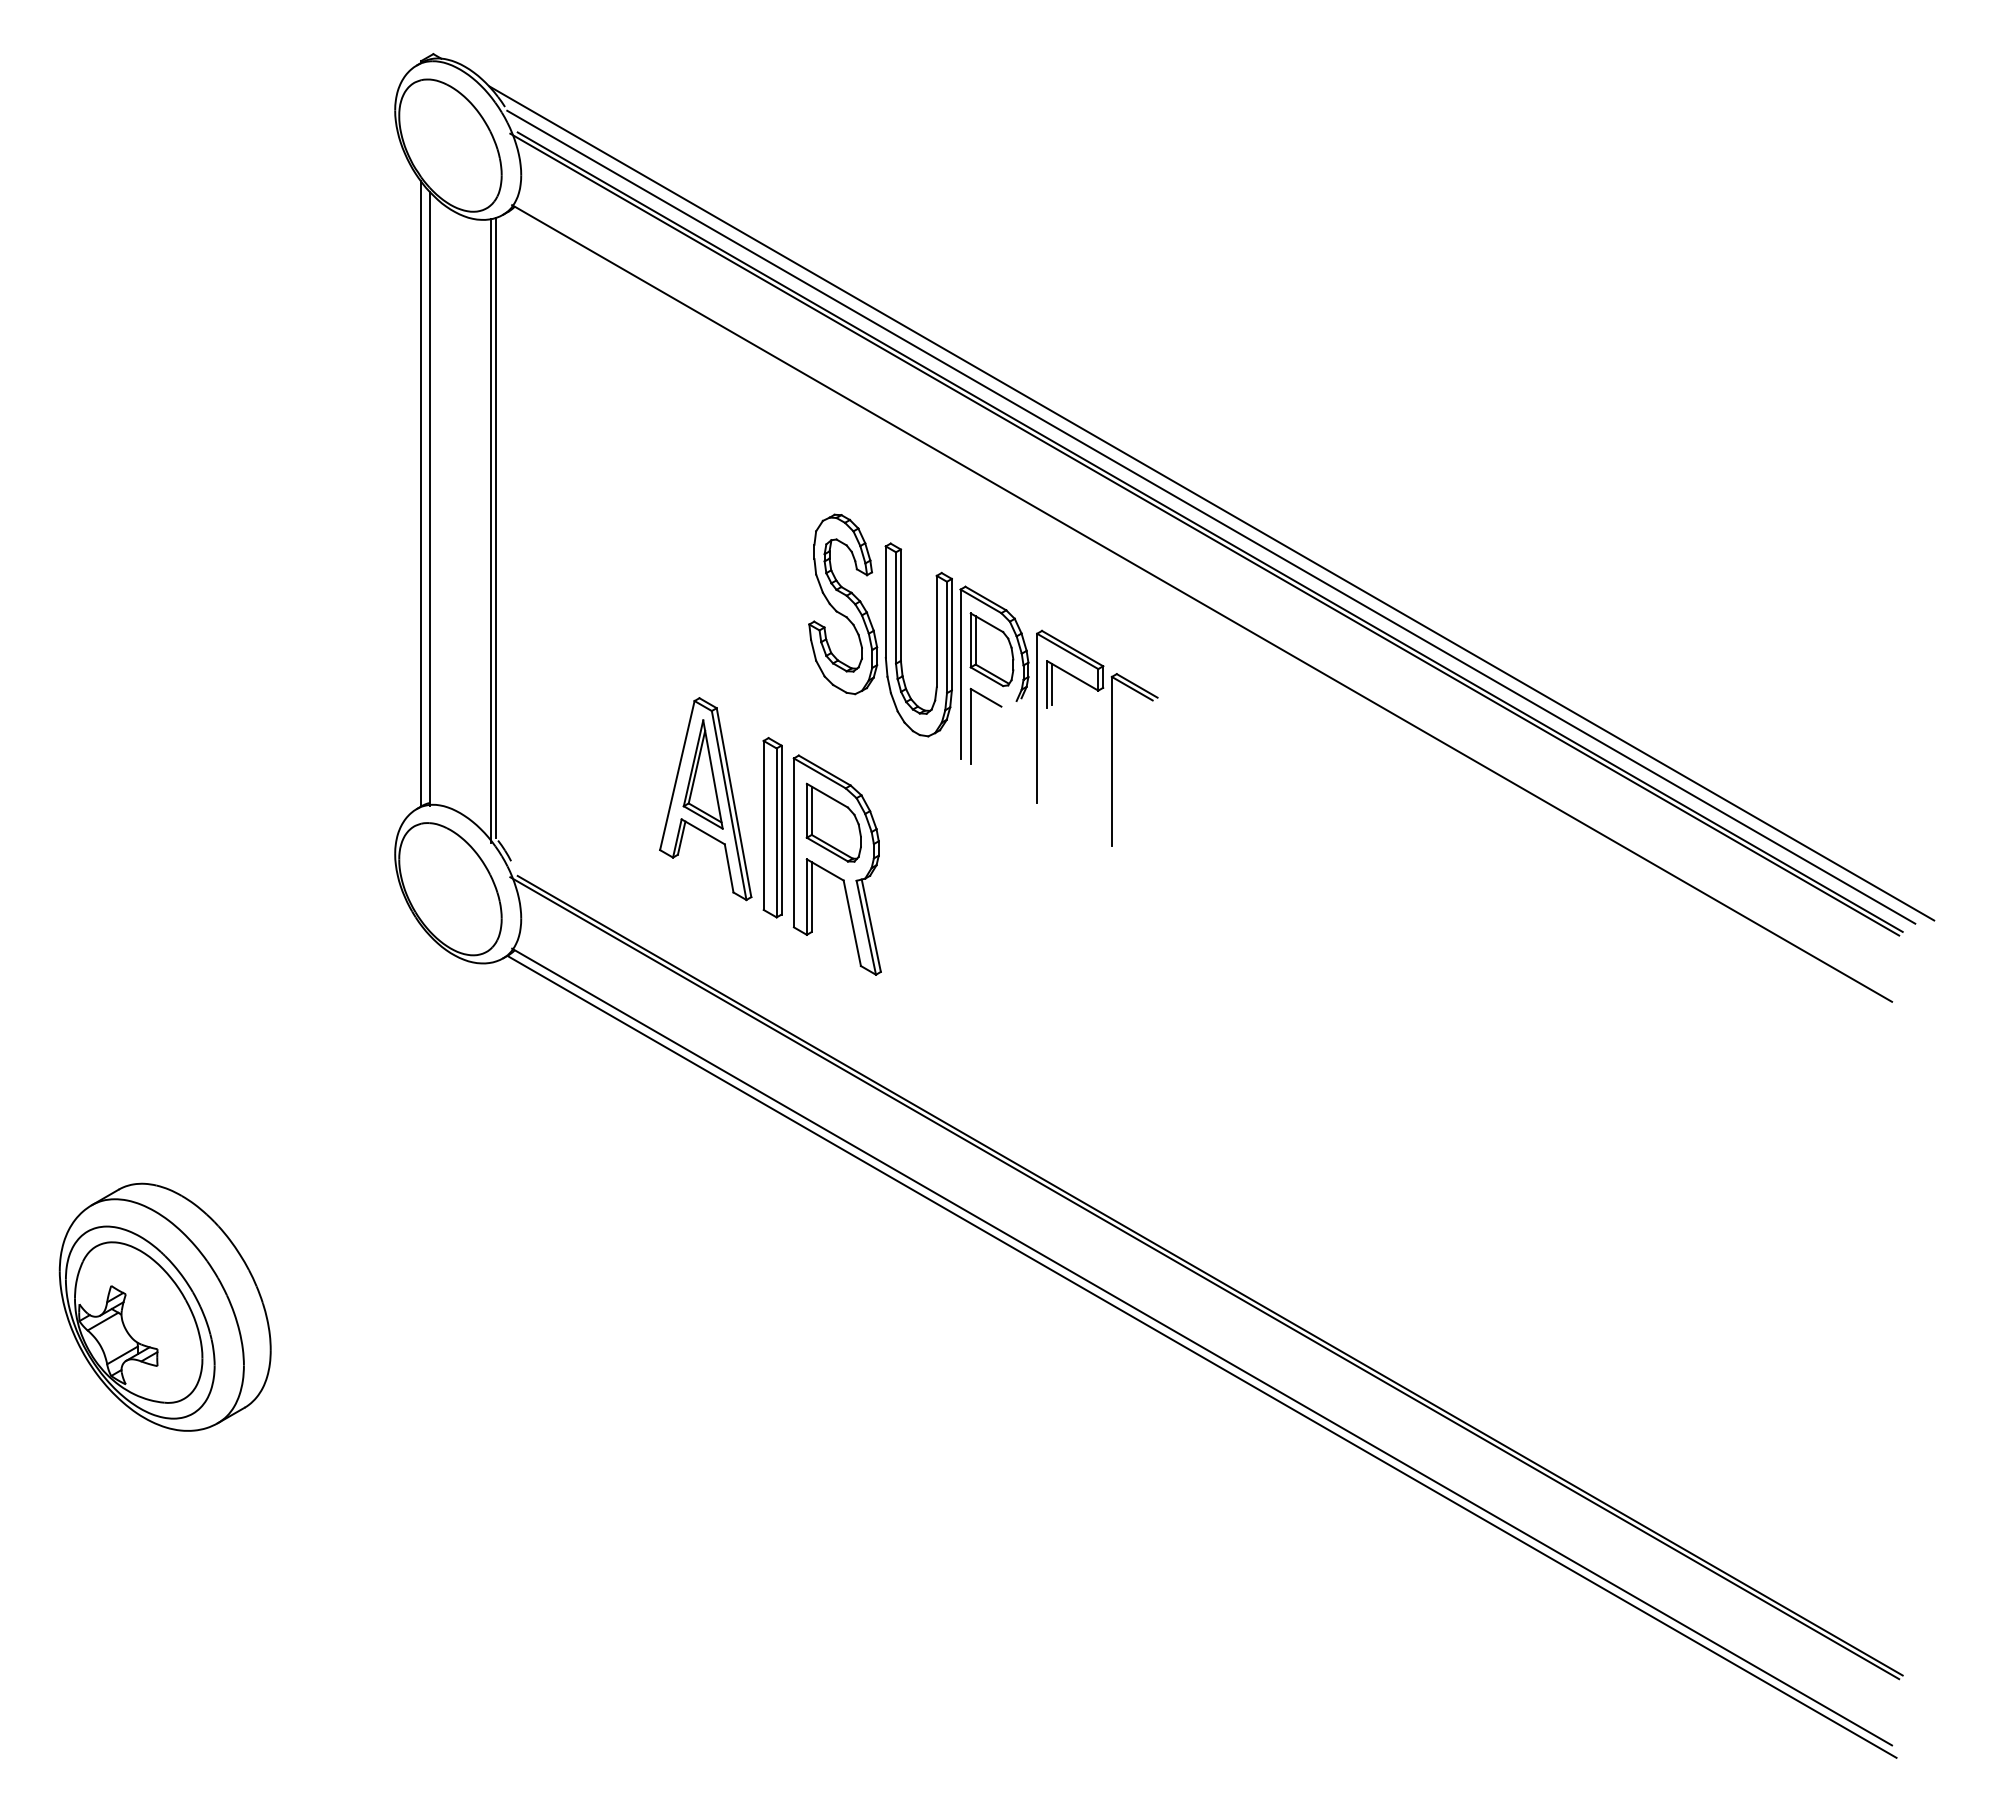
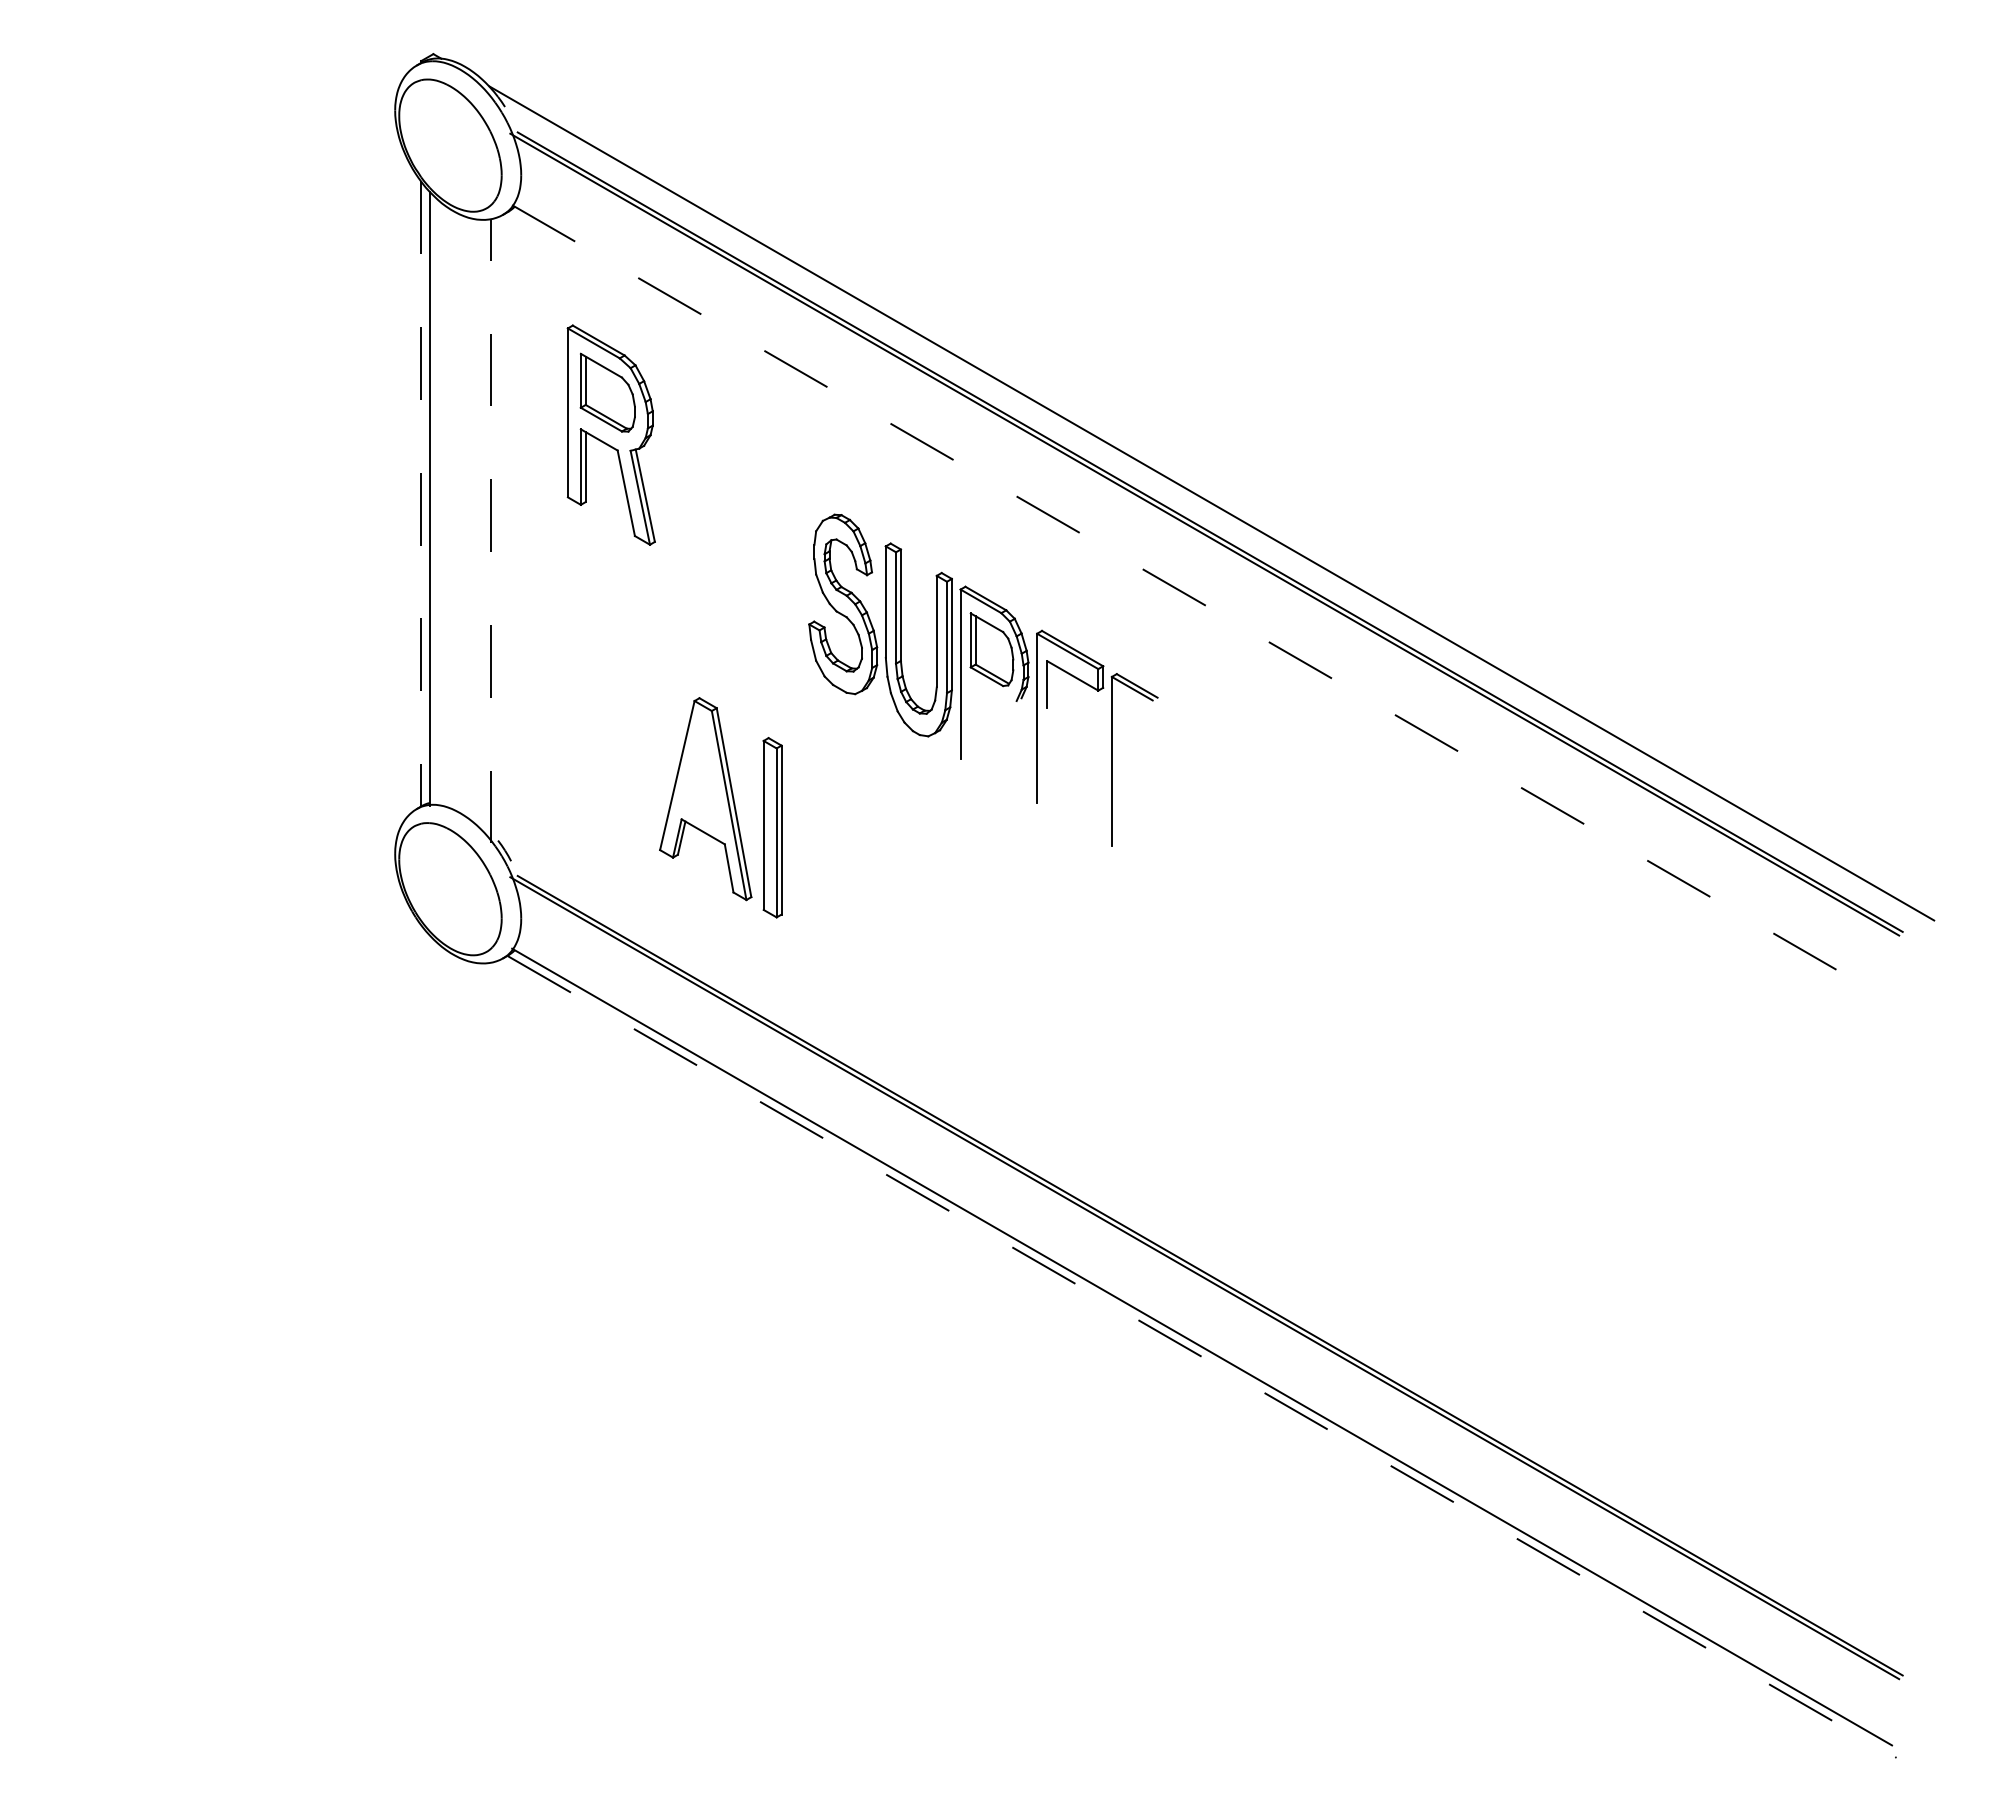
line at (421, 494): solid -> dashed
line at (1211, 516): present -> none
line at (495, 527): present -> none
line at (490, 530): solid -> dashed
line at (1202, 603): solid -> dashed
line at (1052, 684): present -> none
part at (971, 725): present -> none
part at (702, 774): present -> none
part at (836, 864) position: (836, 864) -> (610, 434)
part at (164, 1306): present -> none
line at (1202, 1356): solid -> dashed
